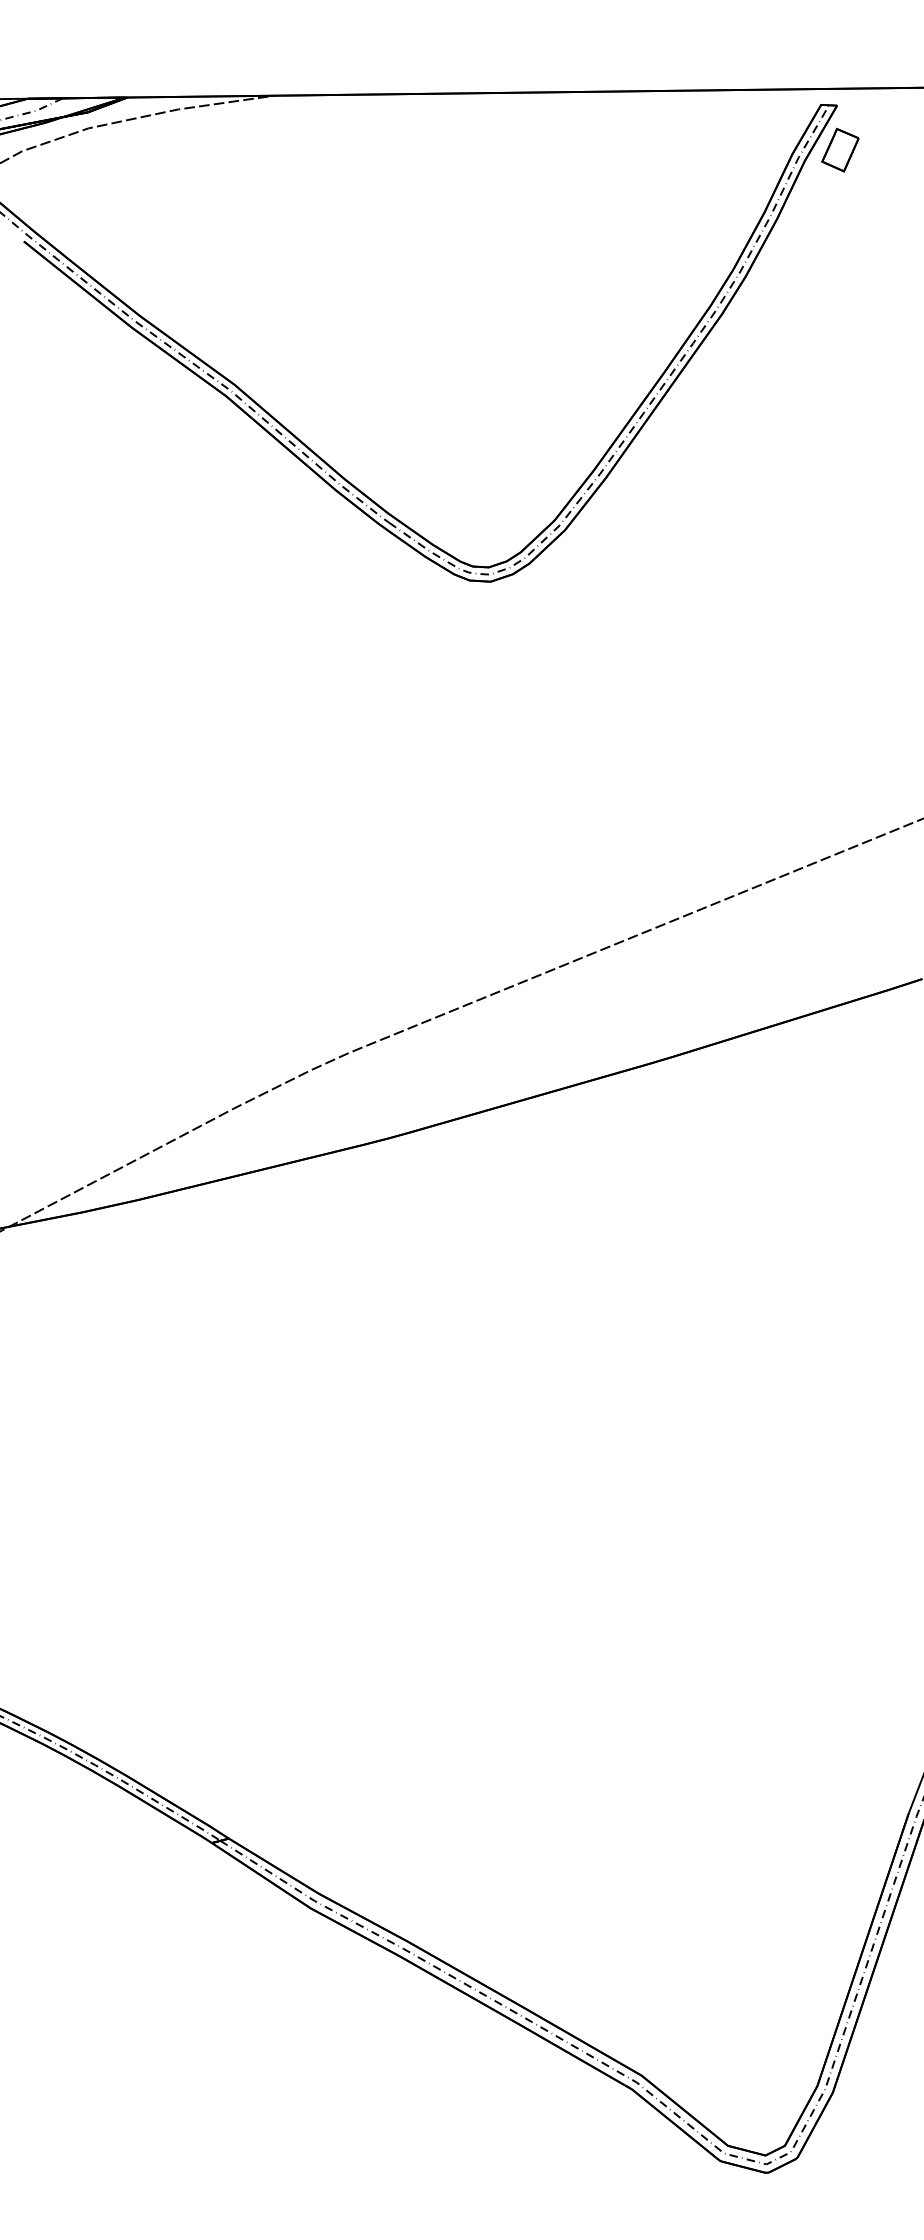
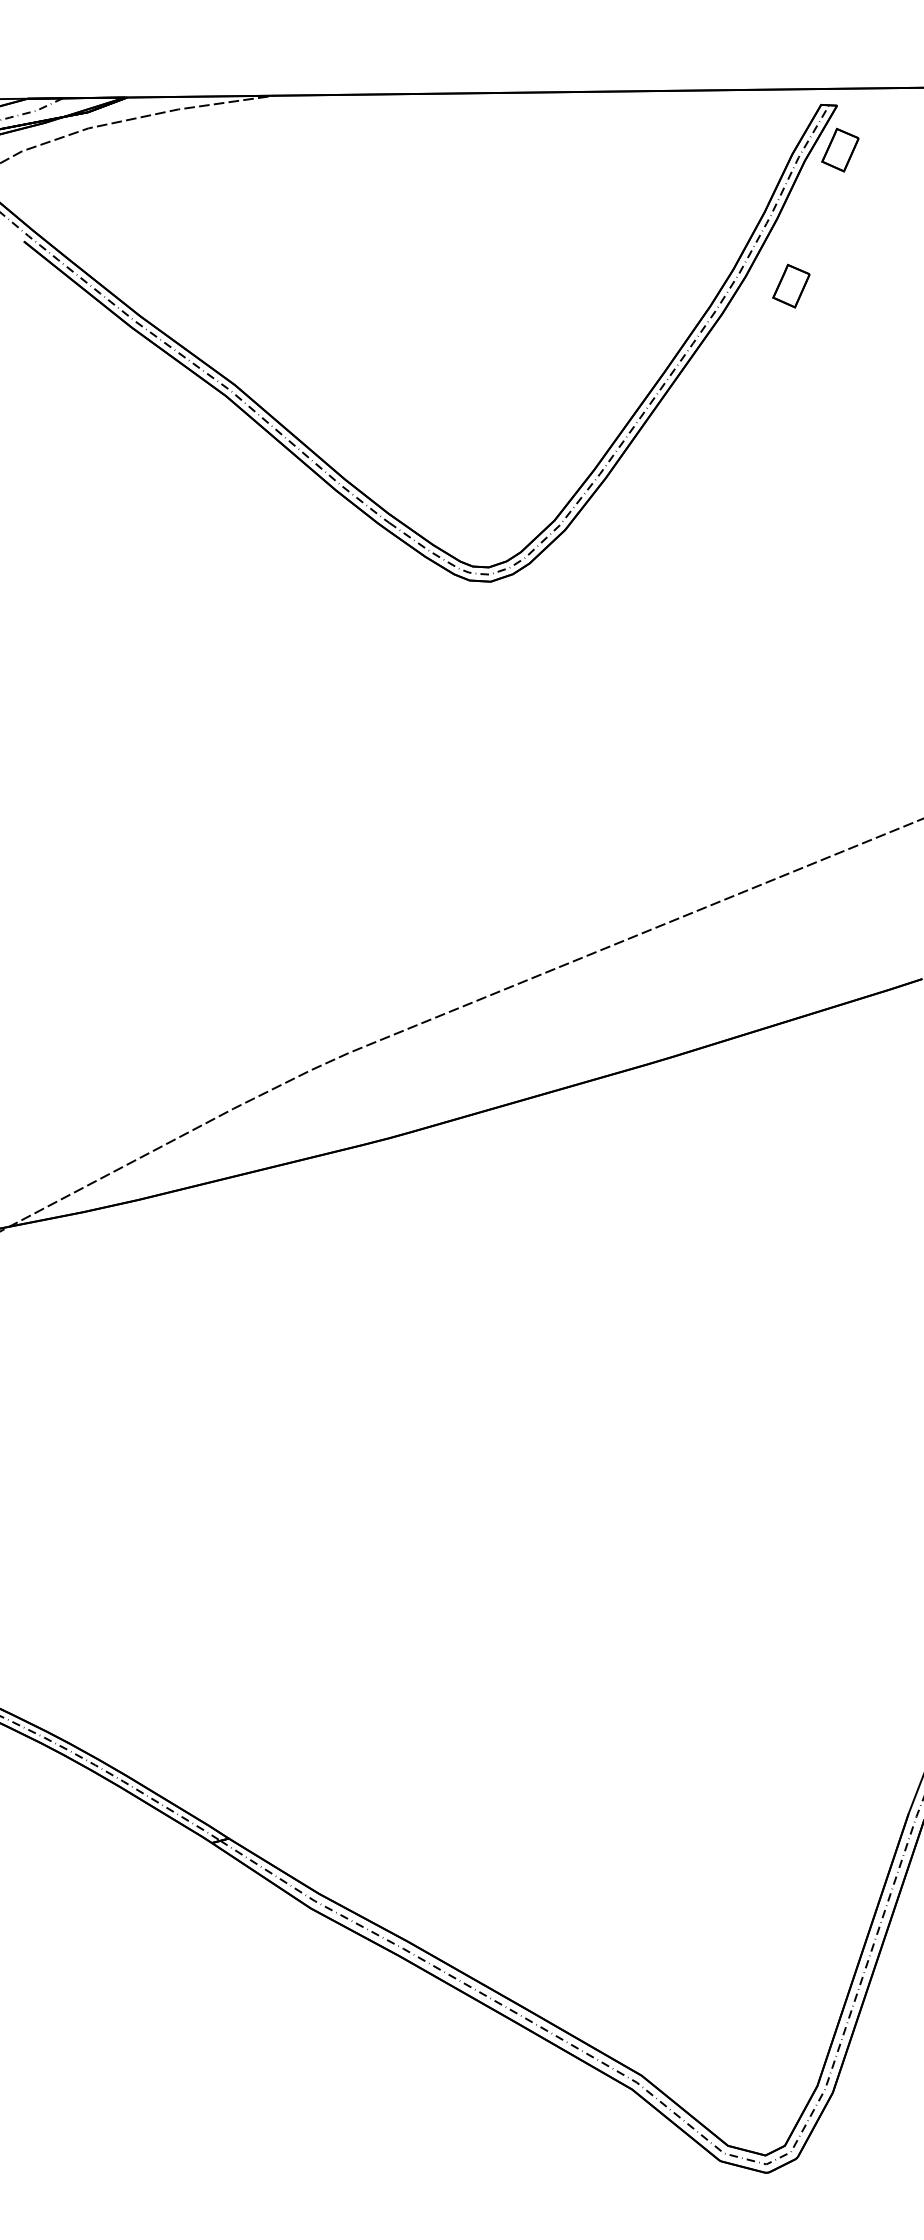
part at (791, 285): none -> present
